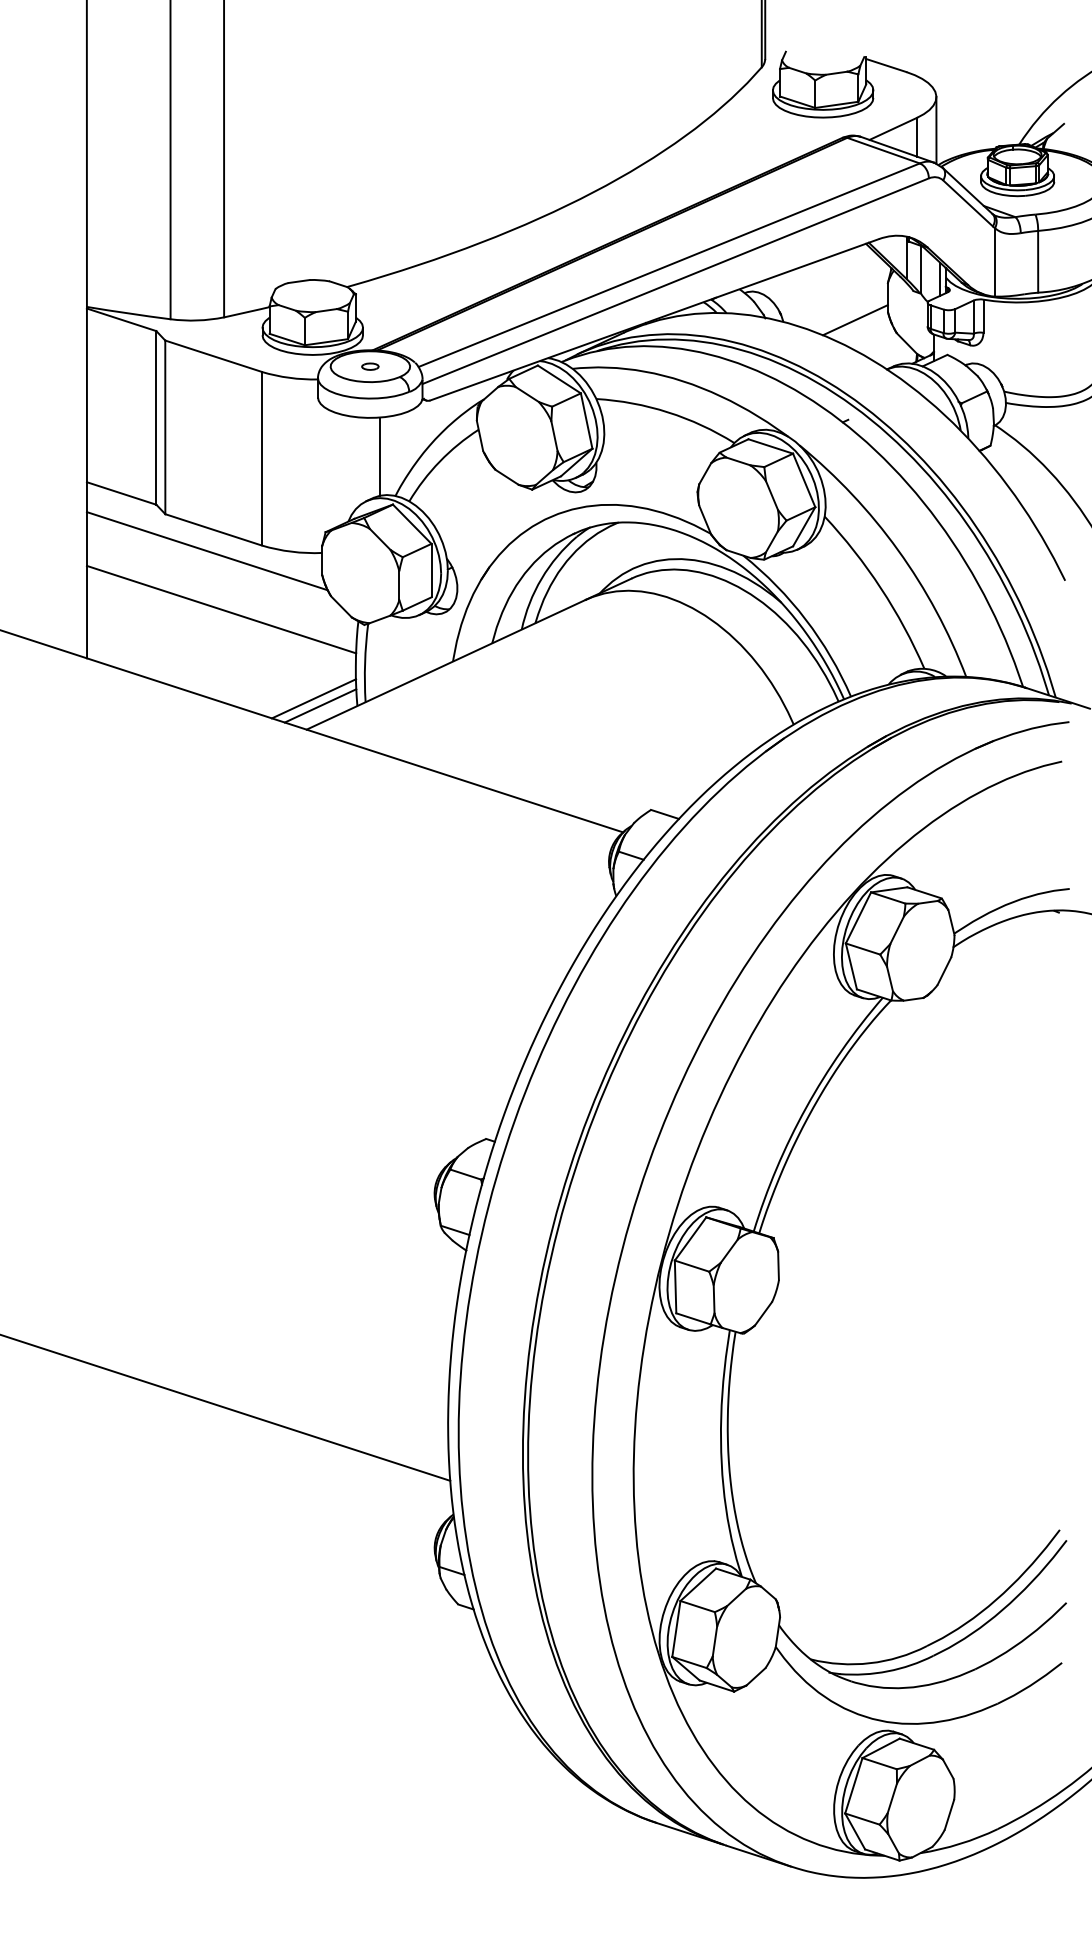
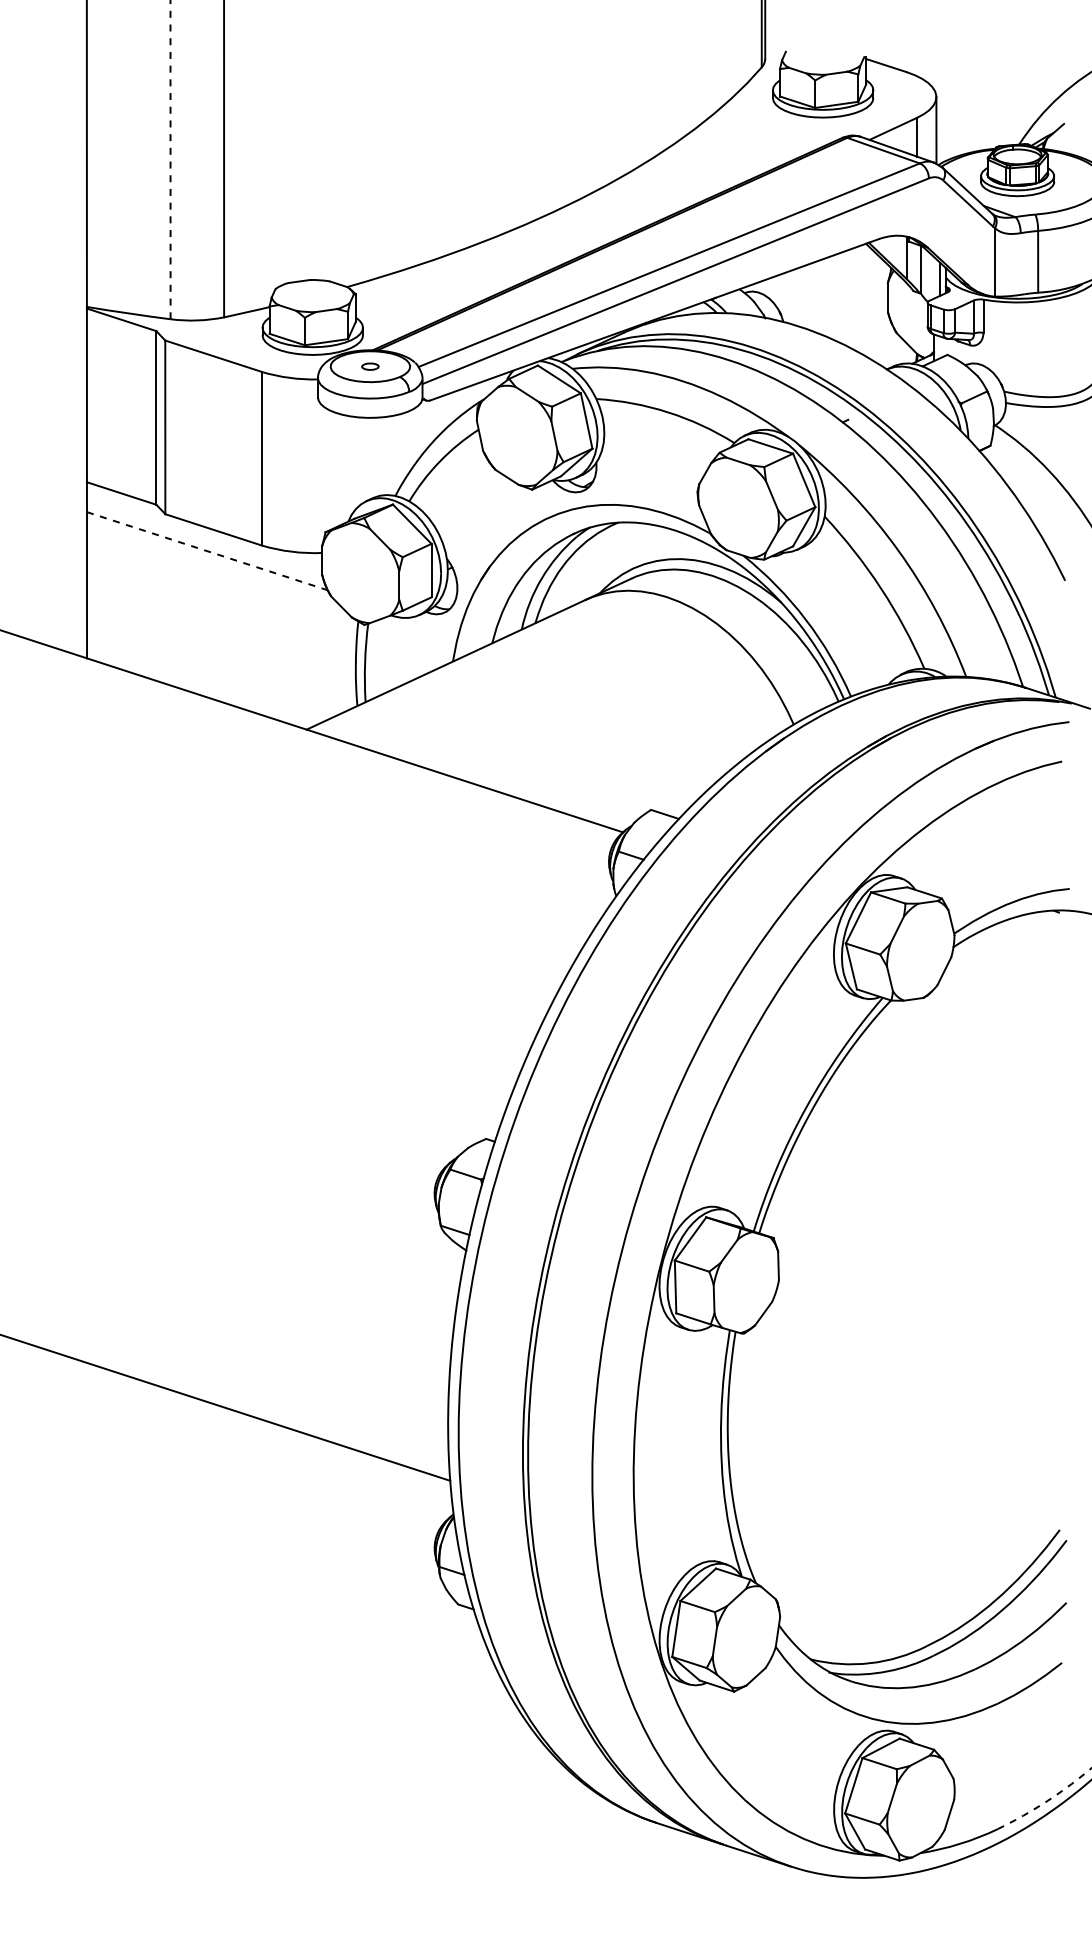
line at (170, 159): solid -> dashed
line at (855, 320): present -> none
line at (379, 456): present -> none
line at (207, 551): solid -> dashed
line at (221, 609): present -> none
line at (313, 698): present -> none
line at (320, 705): present -> none
arc at (1047, 1801): solid -> dashed
